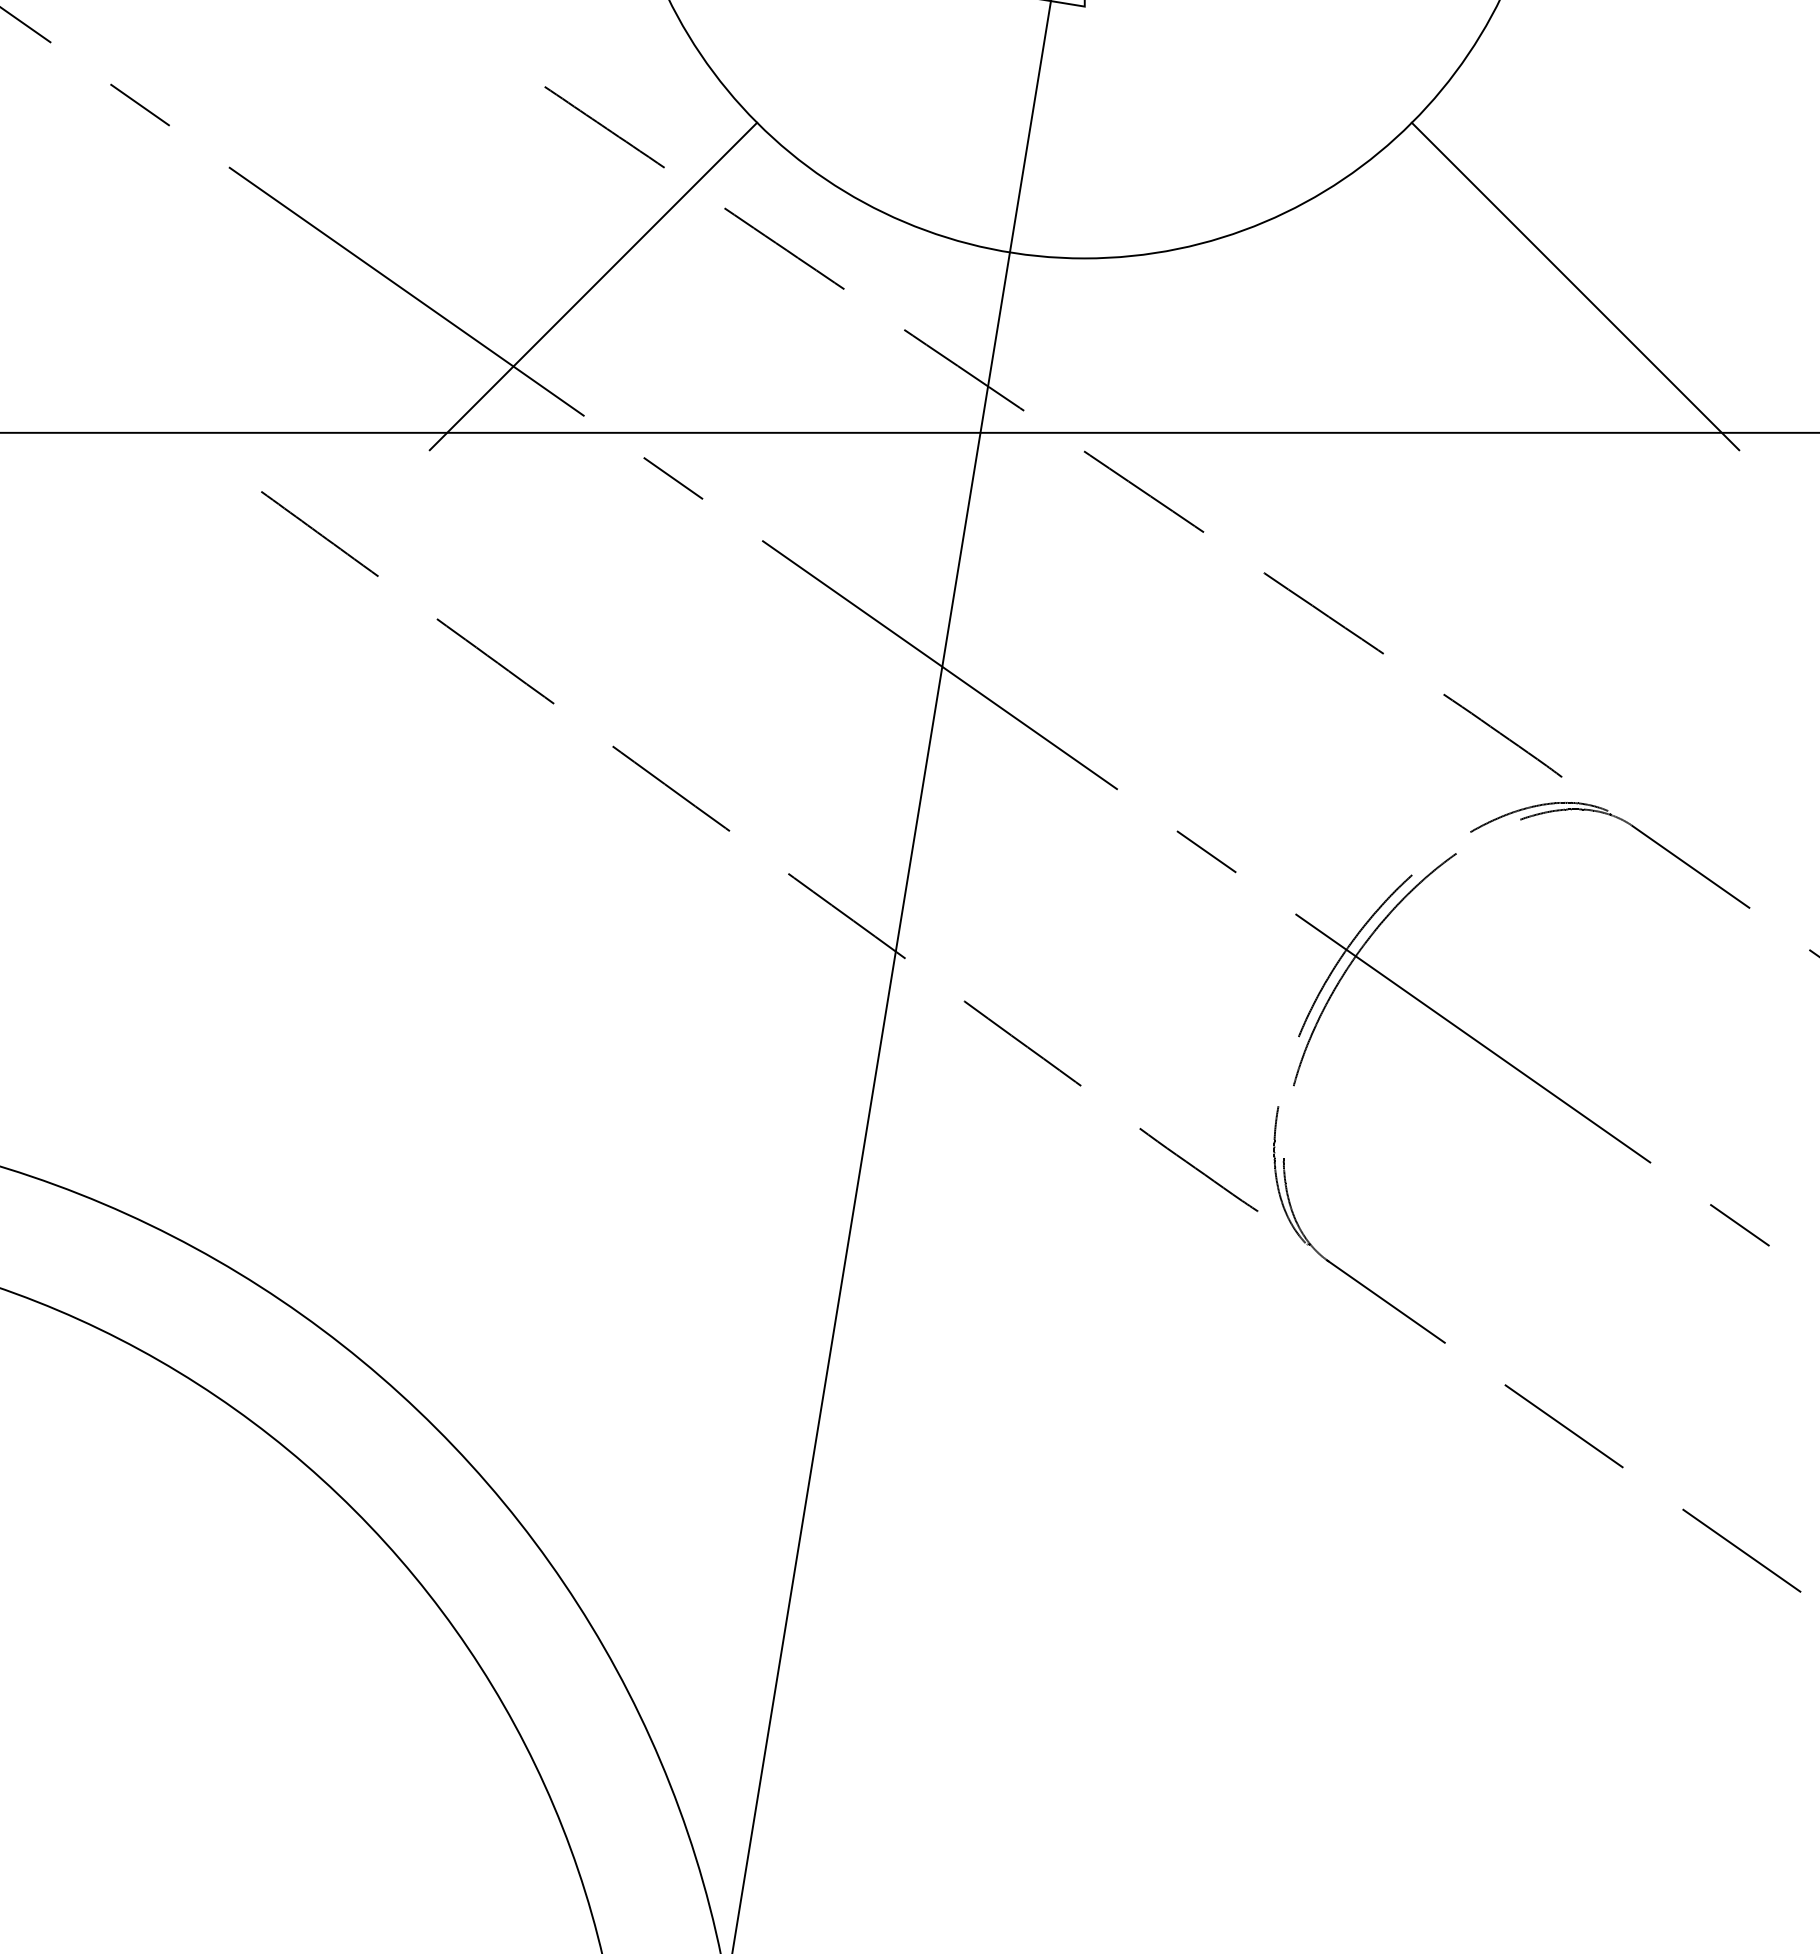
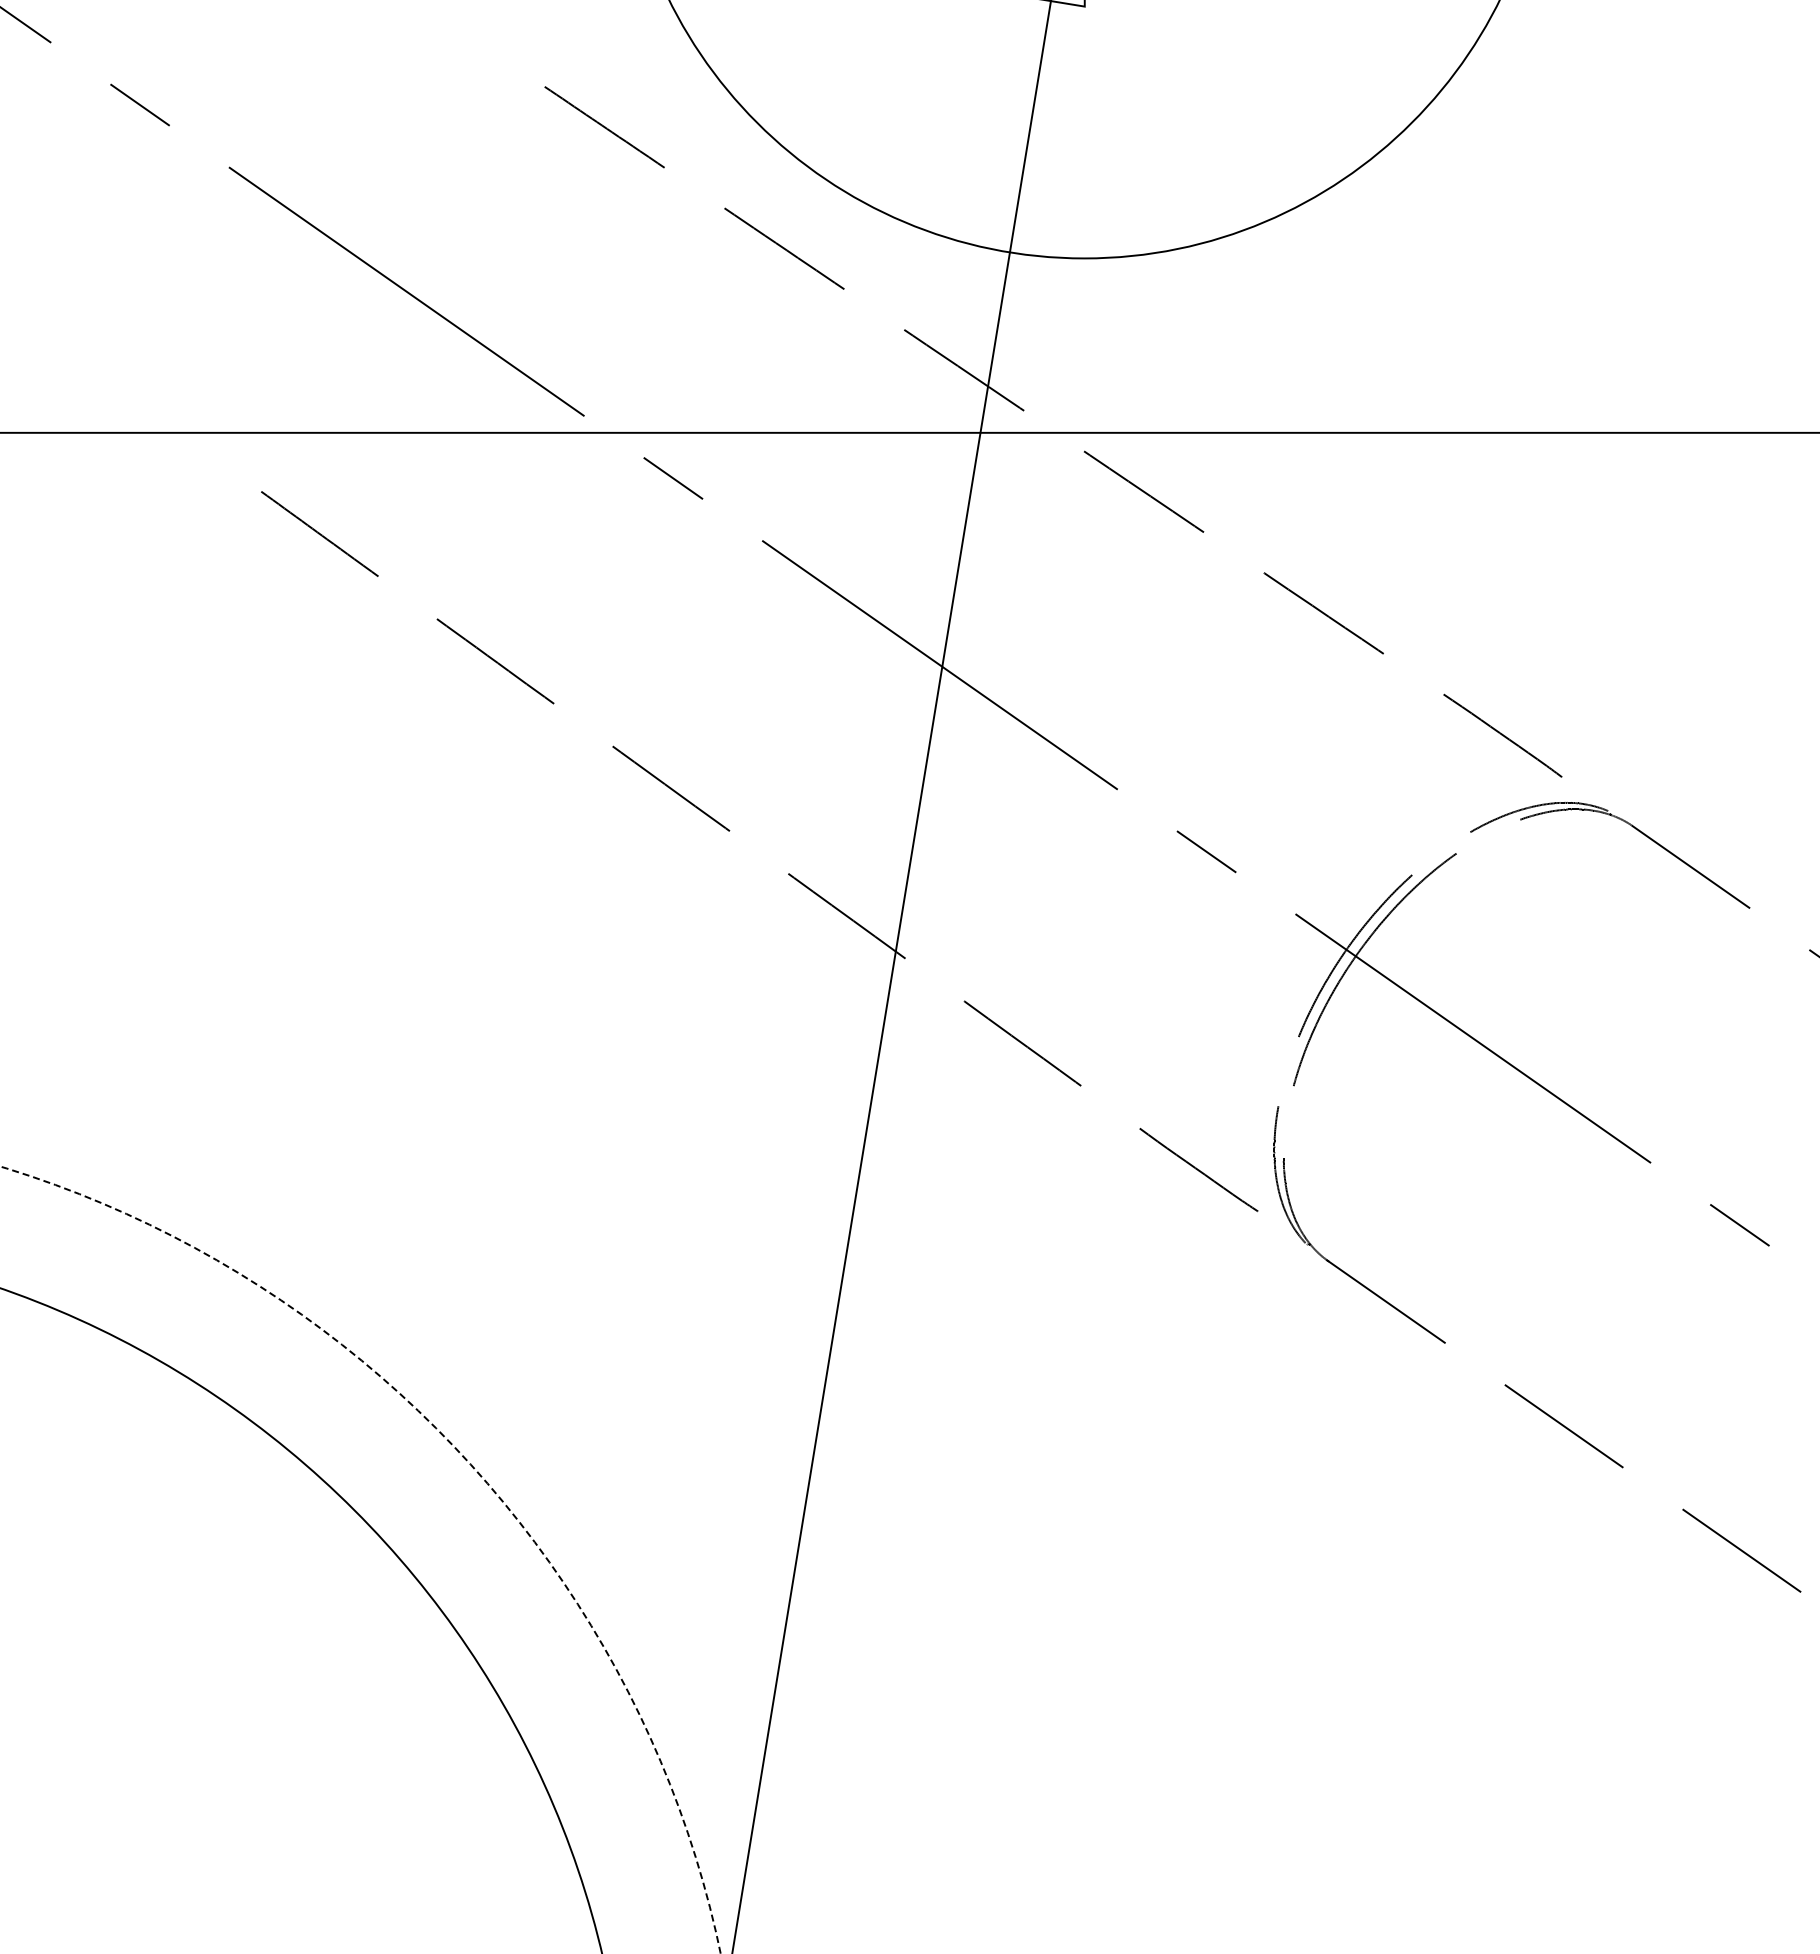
line at (593, 286): present -> none
line at (1575, 286): present -> none
circle at (360, 1559): solid -> dashed
